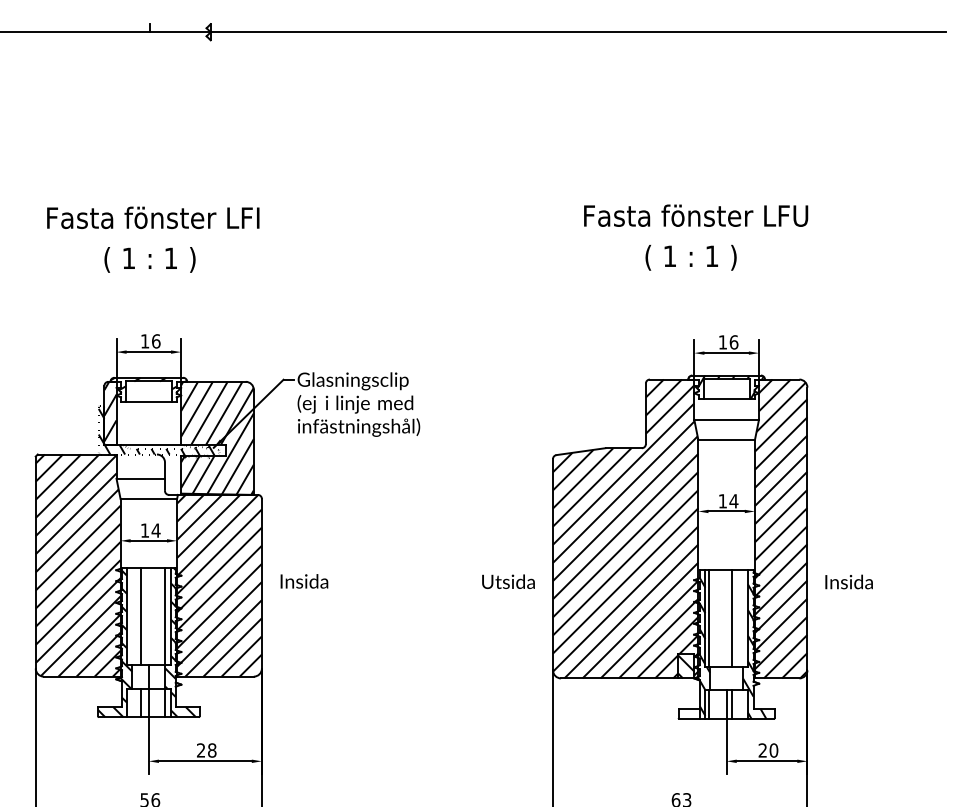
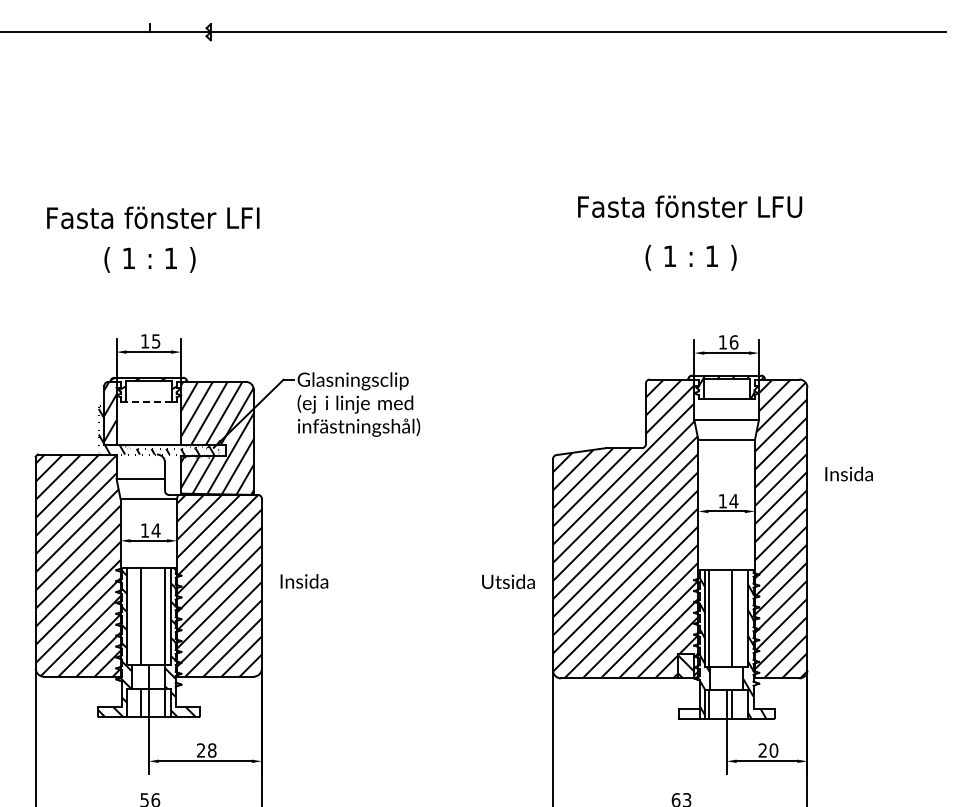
text at (696, 215) position: (696, 215) -> (690, 206)
text at (156, 341): 16 -> 15
line at (148, 401): solid -> dashed
text at (848, 581) position: (848, 581) -> (848, 473)
